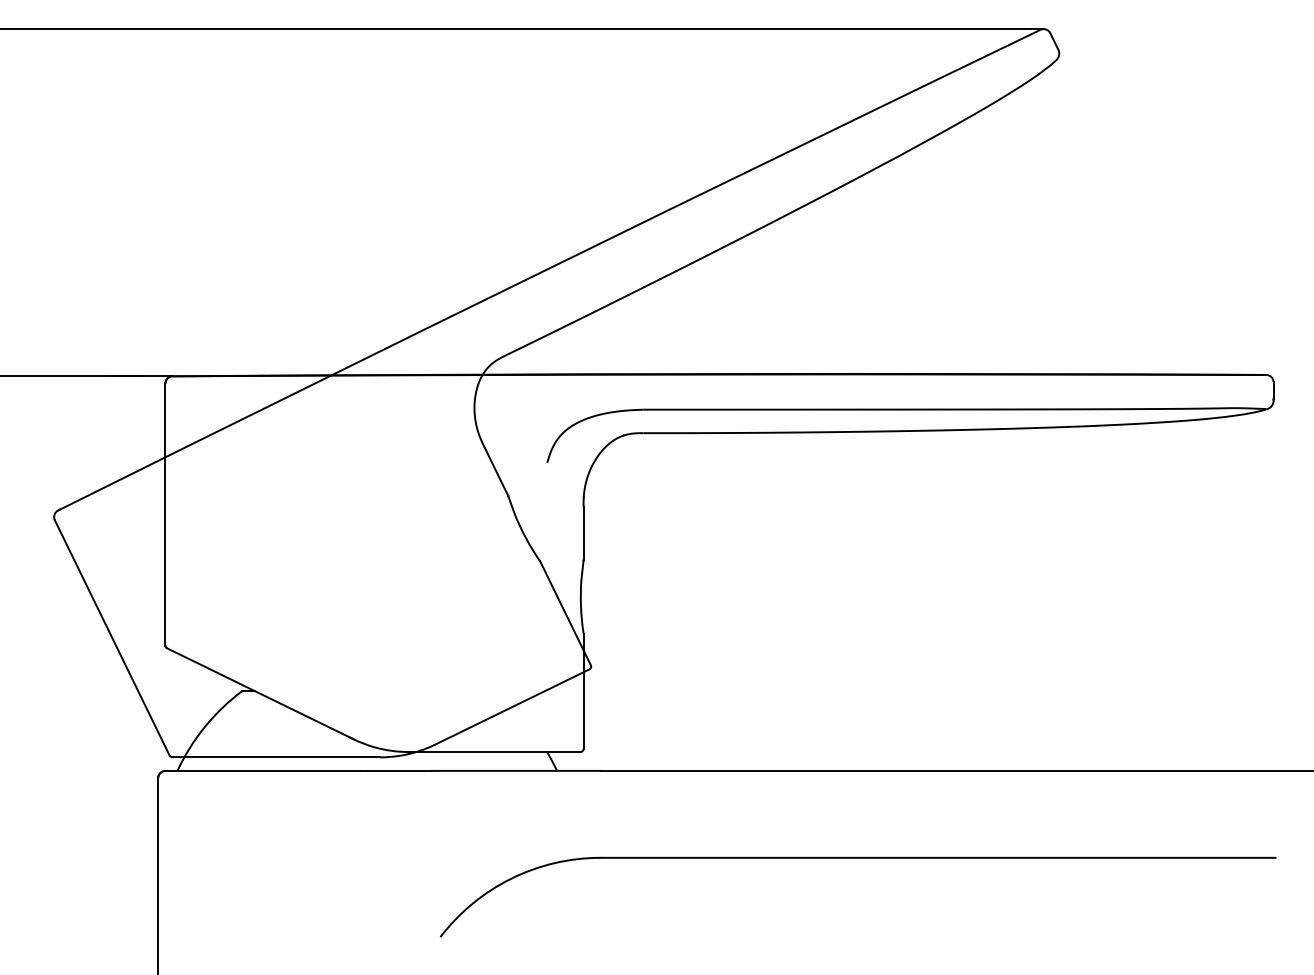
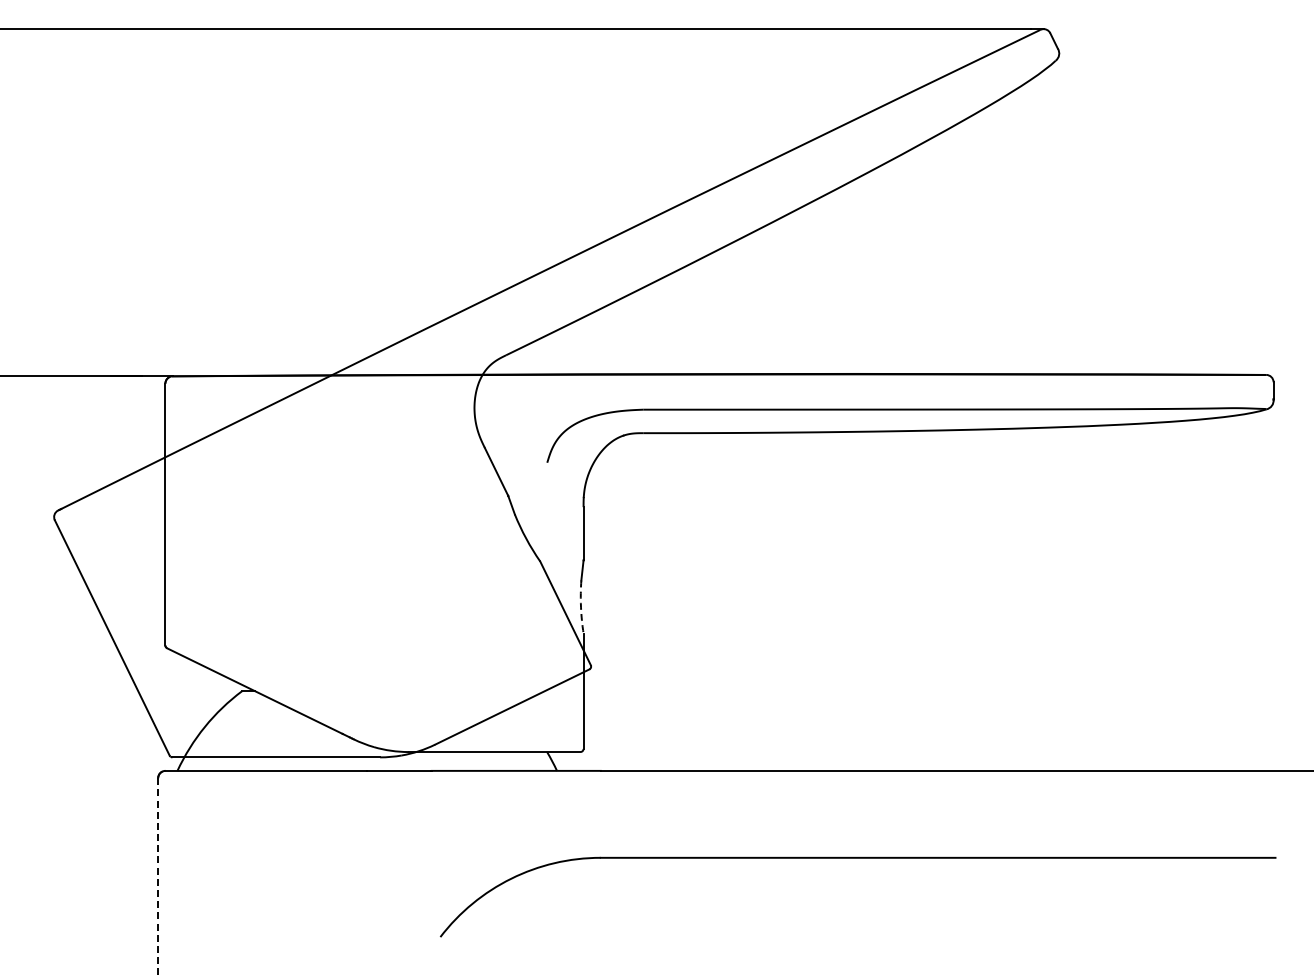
arc at (581, 607): solid -> dashed
line at (158, 876): solid -> dashed
